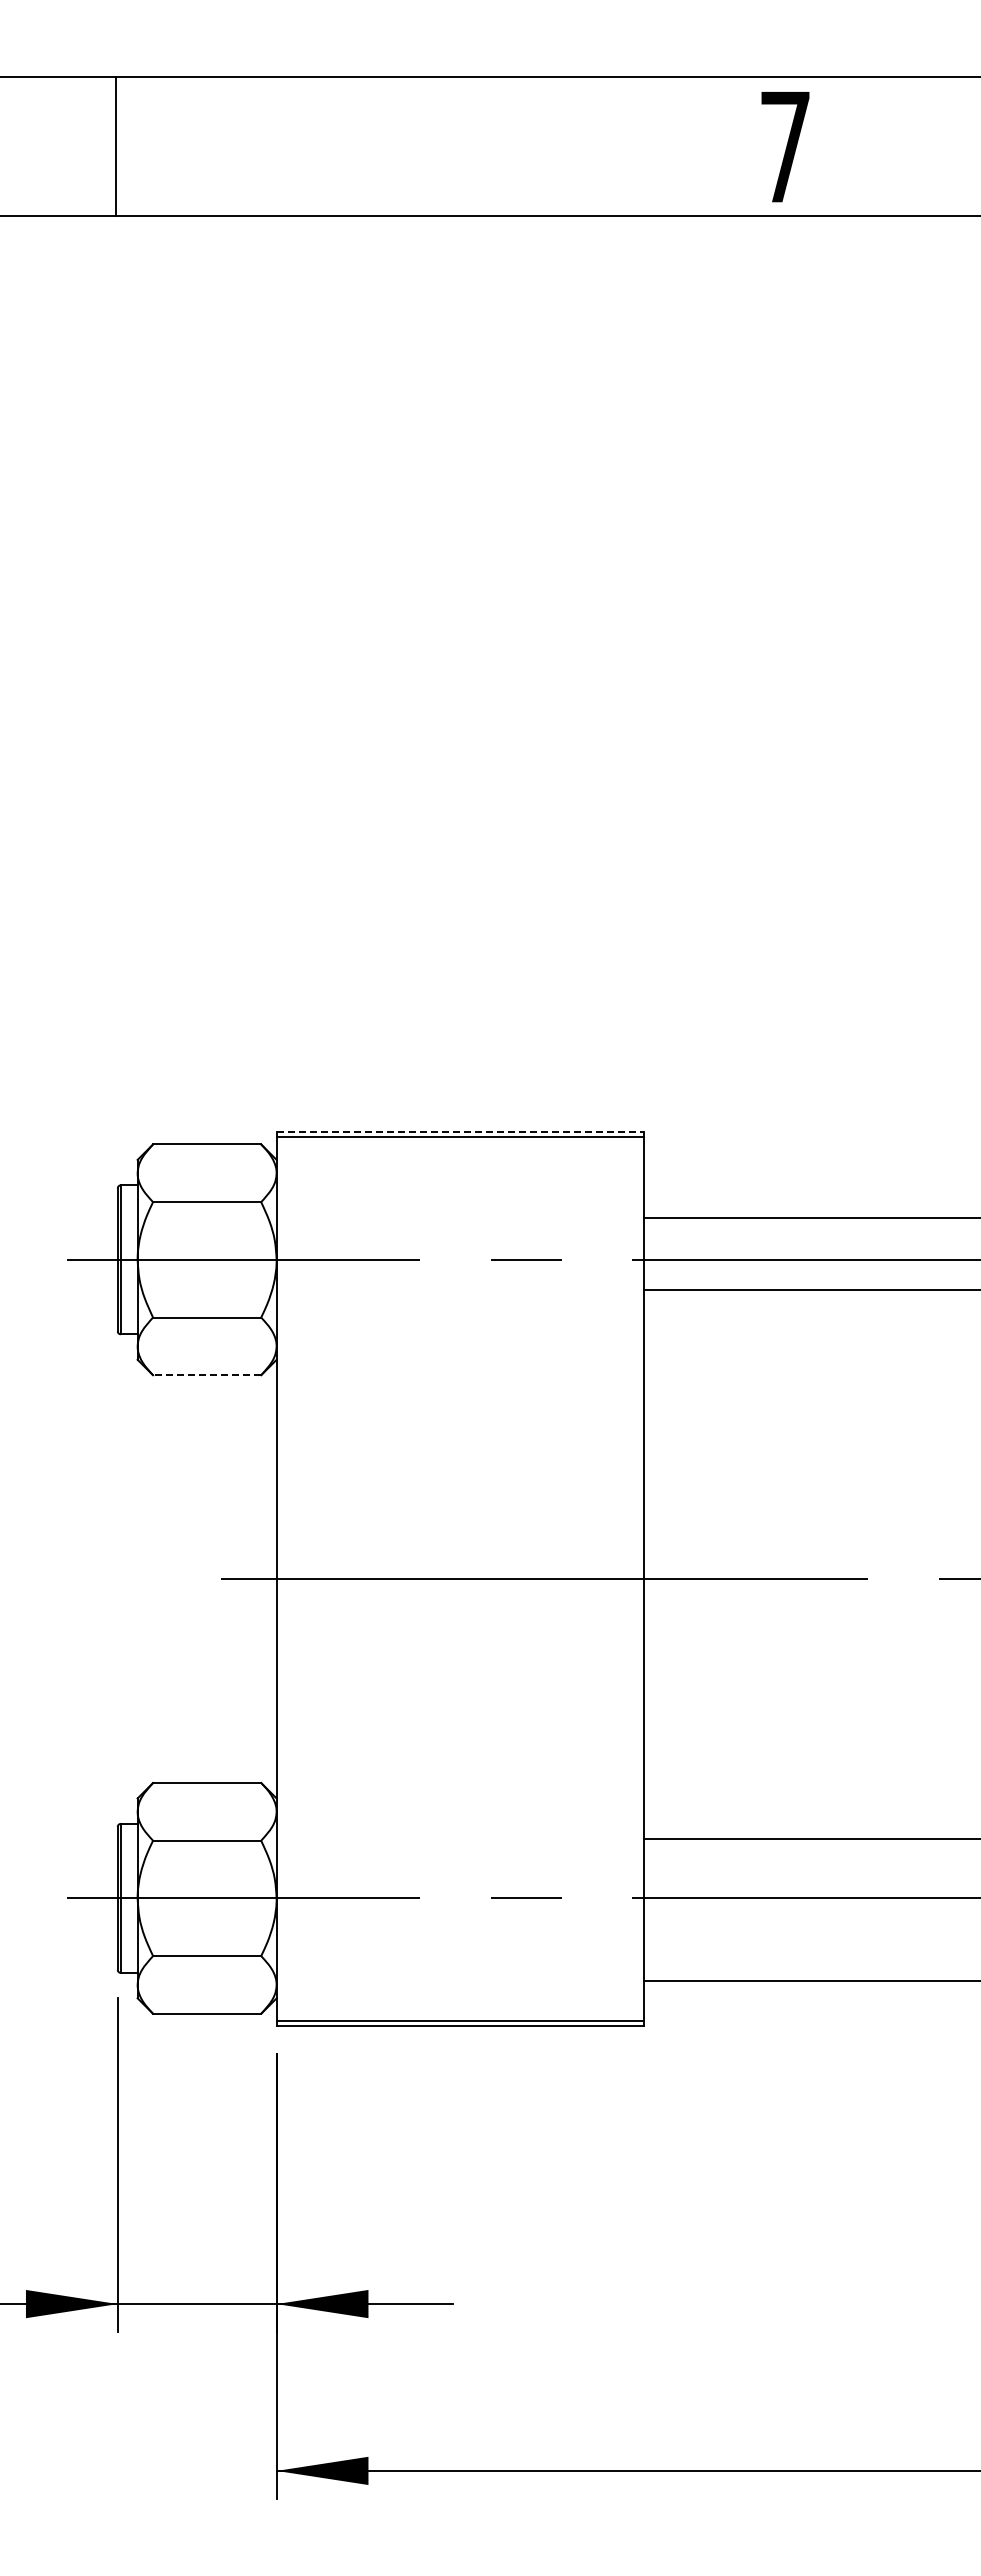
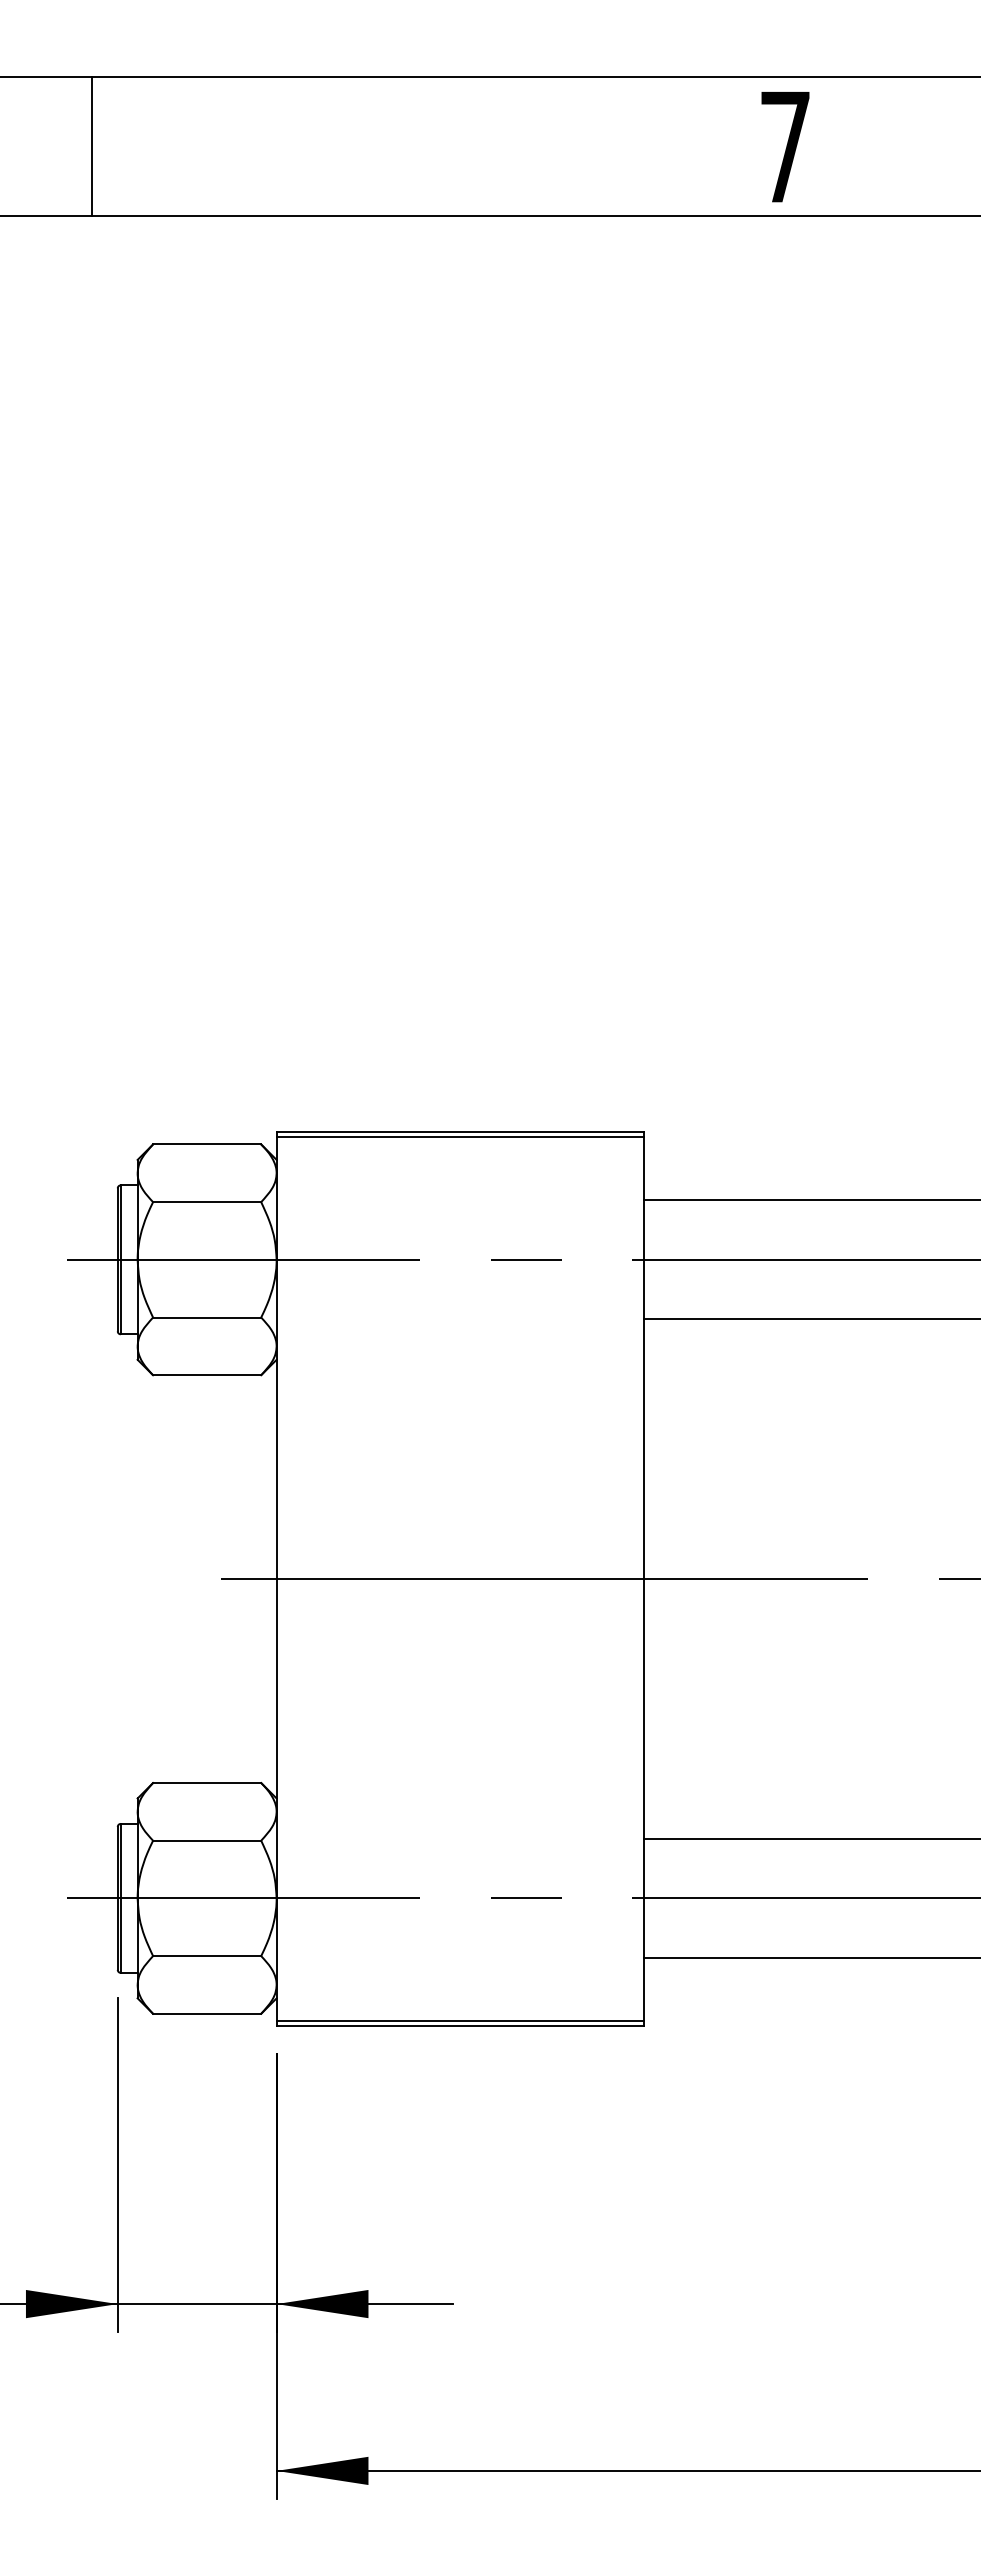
line at (115, 146) position: (115, 146) -> (91, 146)
line at (460, 1132): dashed -> solid
line at (810, 1218) position: (810, 1218) -> (810, 1200)
line at (810, 1290) position: (810, 1290) -> (810, 1319)
line at (206, 1375): dashed -> solid
line at (810, 1980) position: (810, 1980) -> (810, 1957)
